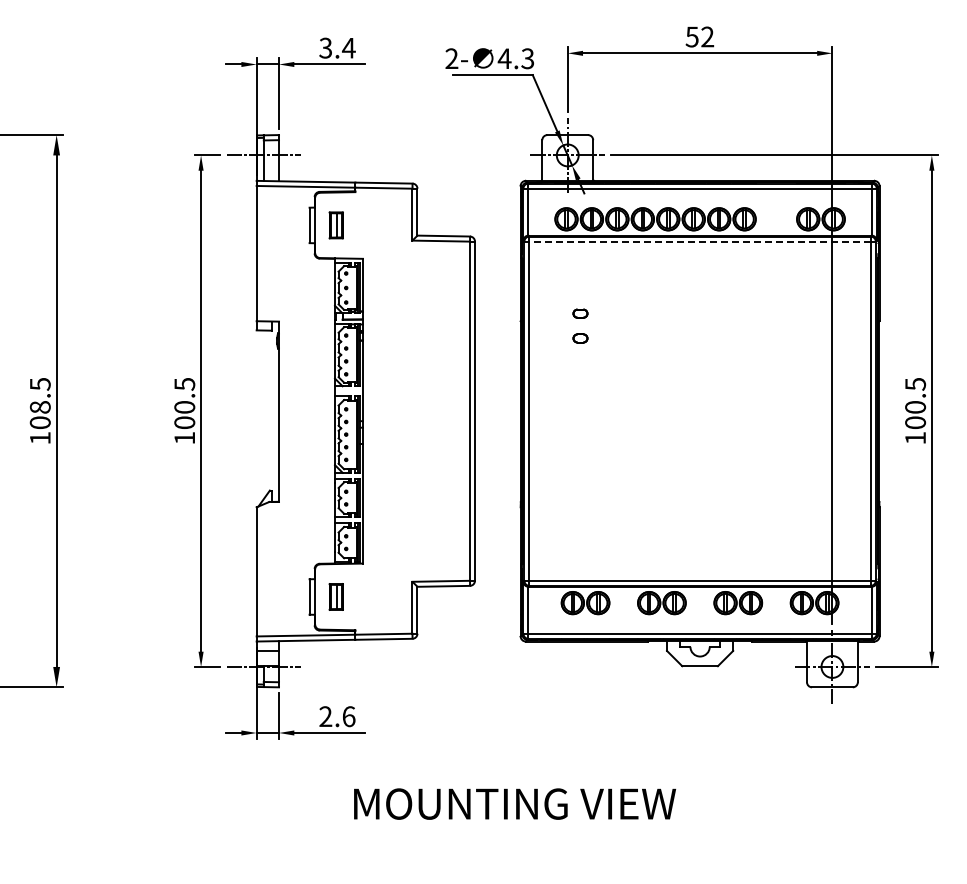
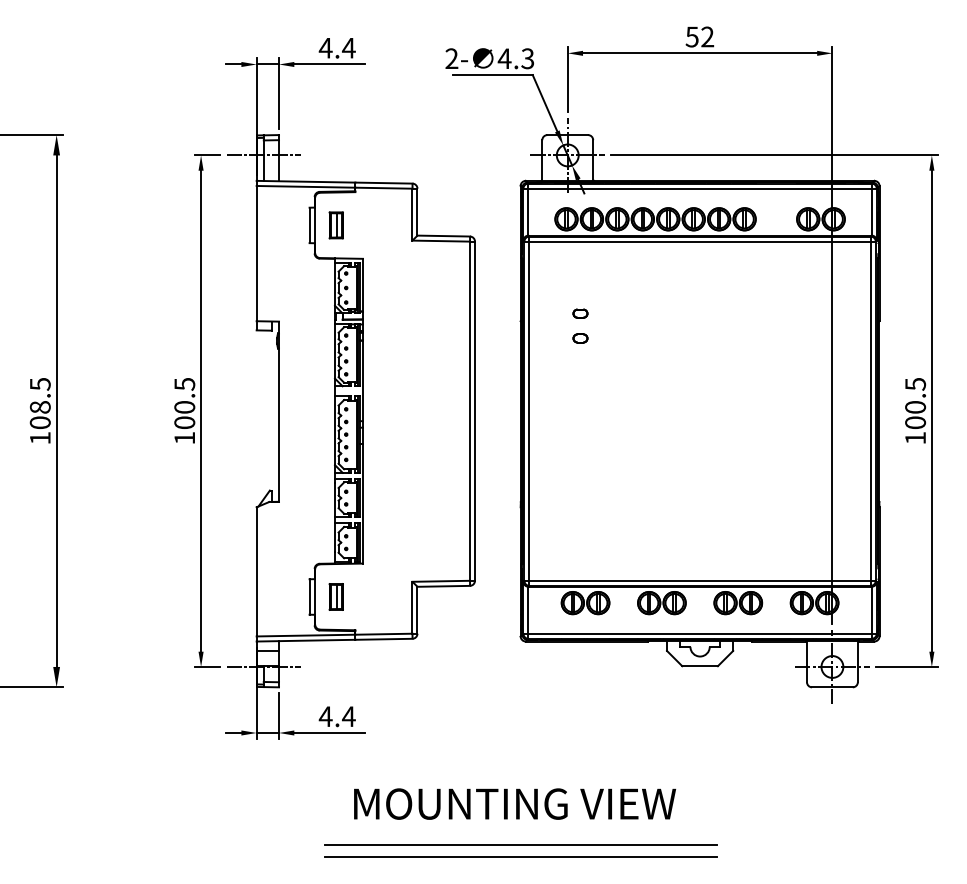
text at (325, 47): 3.4 -> 4.4
line at (700, 241): dashed -> solid
text at (336, 716): 2.6 -> 4.4
line at (520, 845): none -> present
line at (520, 857): none -> present
